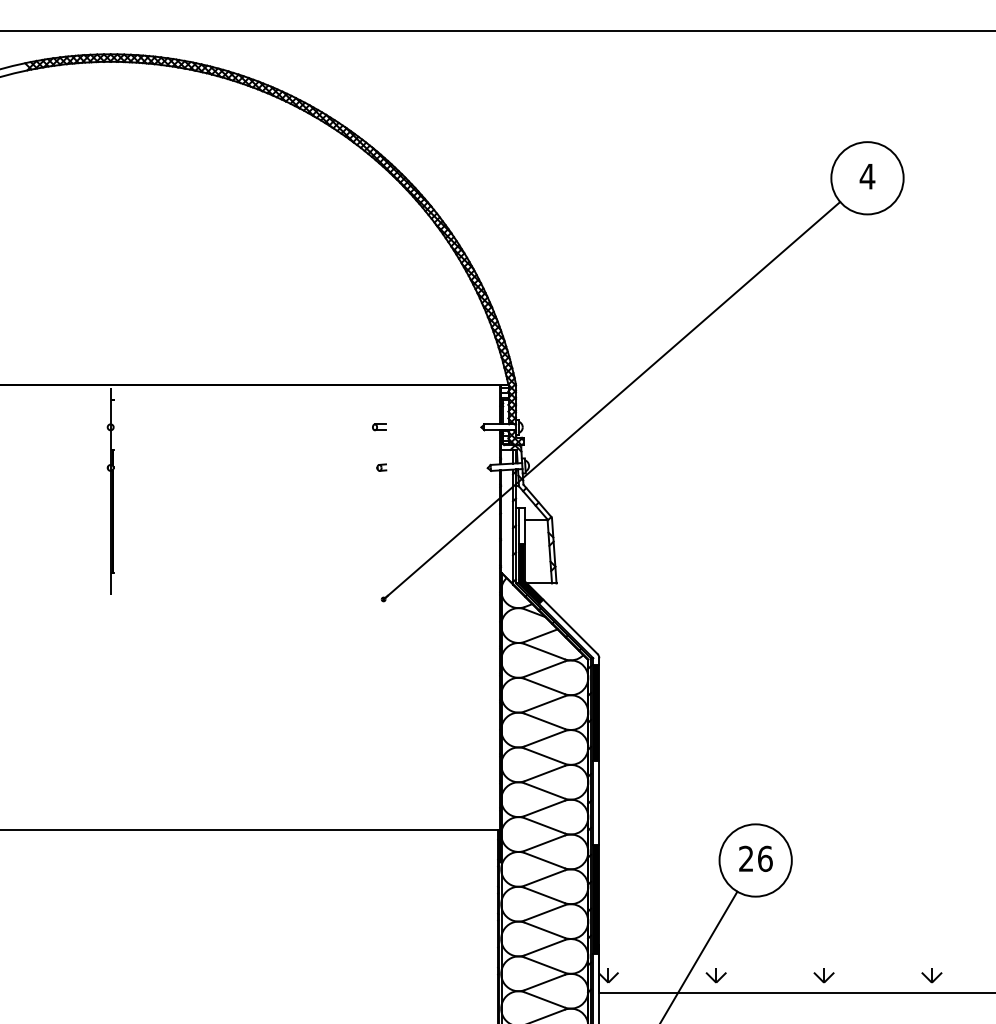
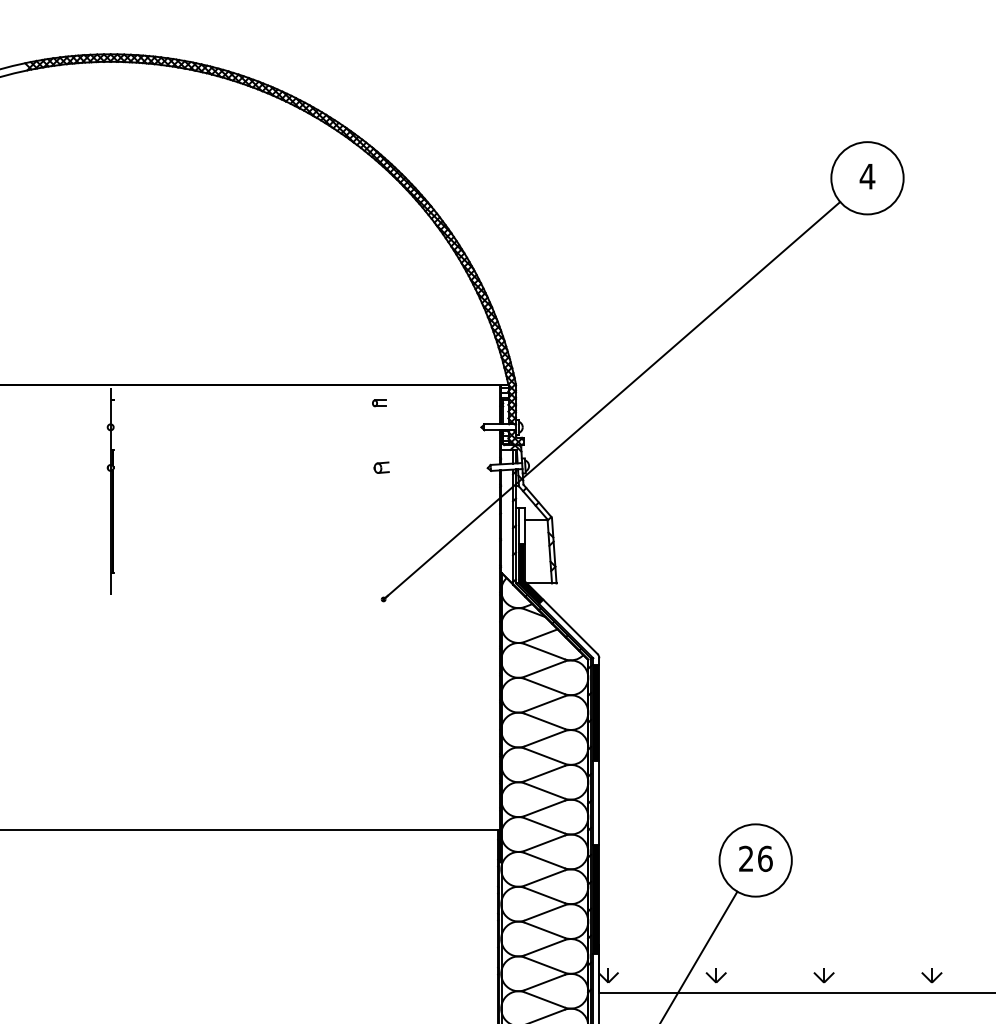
line at (497, 30): present -> none
part at (379, 427) position: (379, 427) -> (379, 403)
part at (381, 467) size: 12x9 px -> 17x13 px
